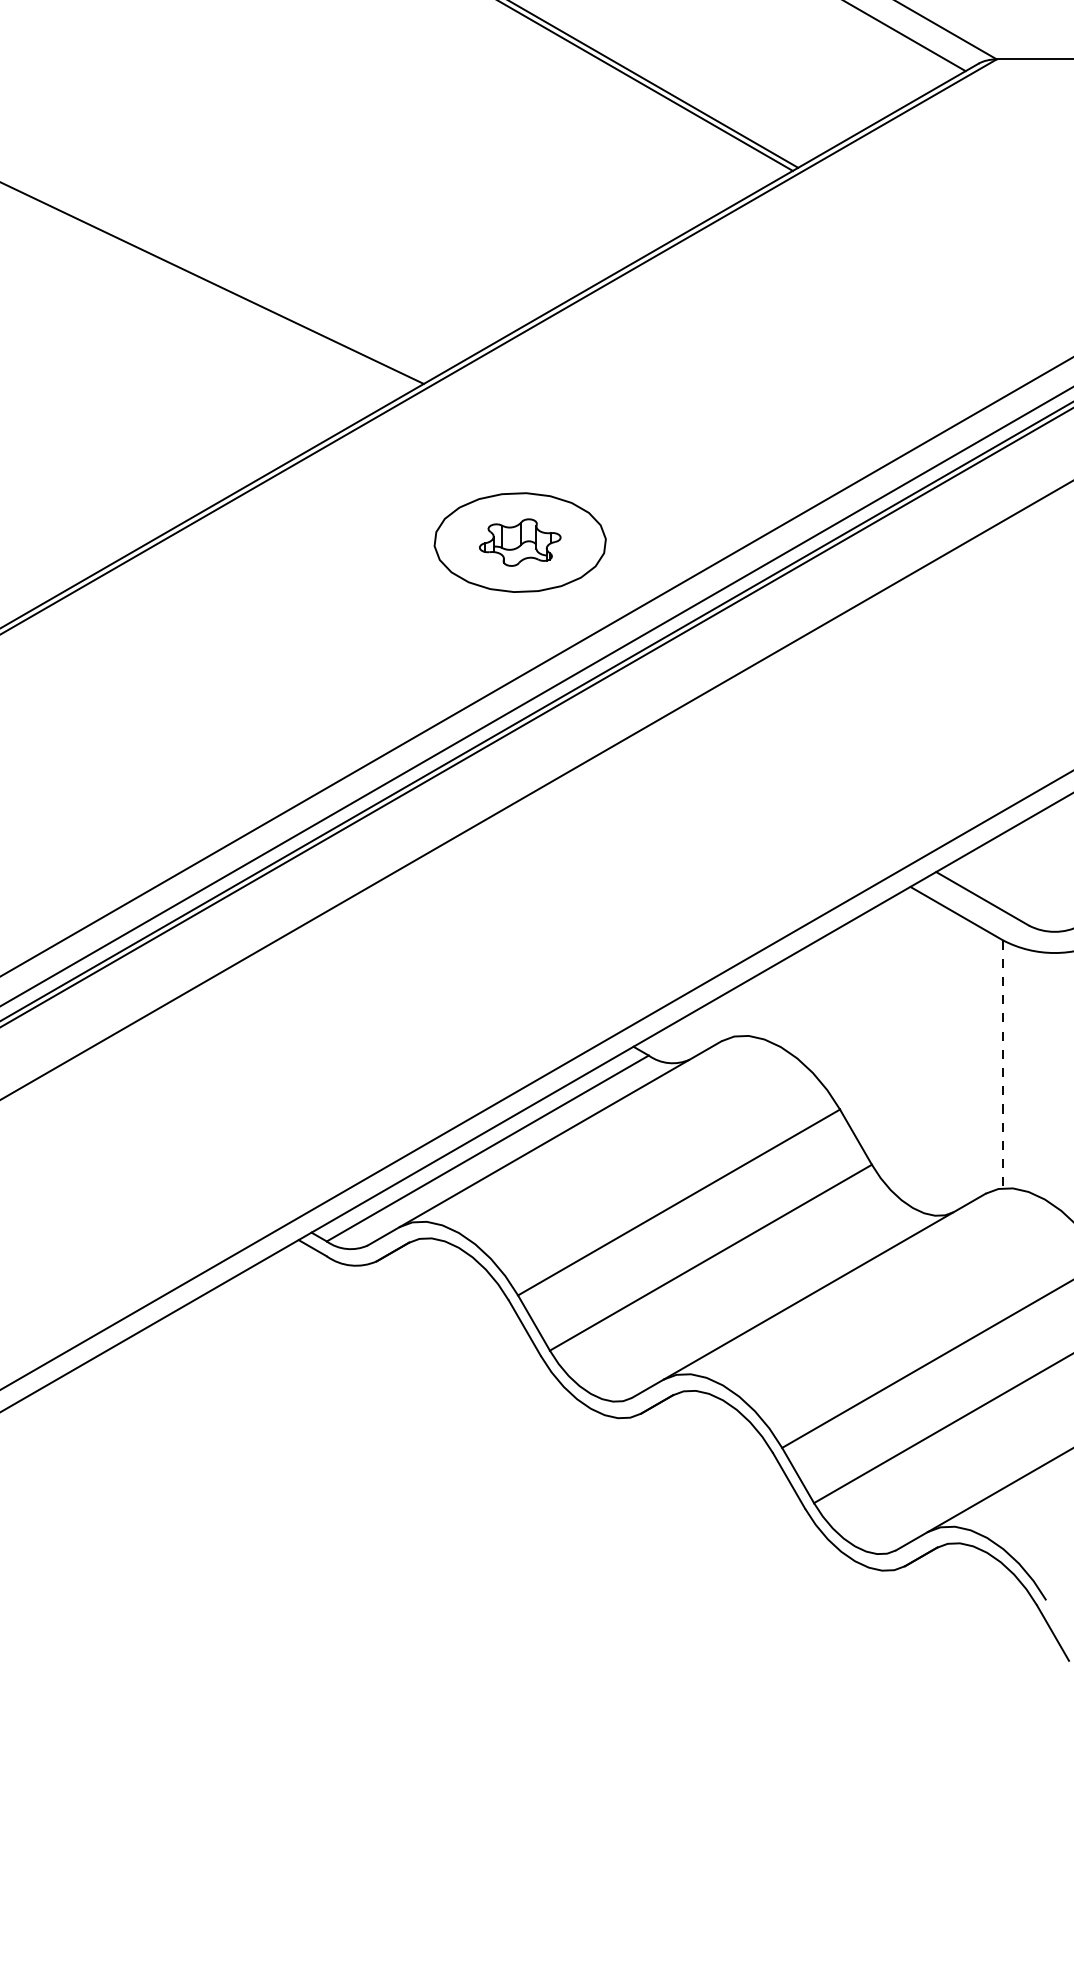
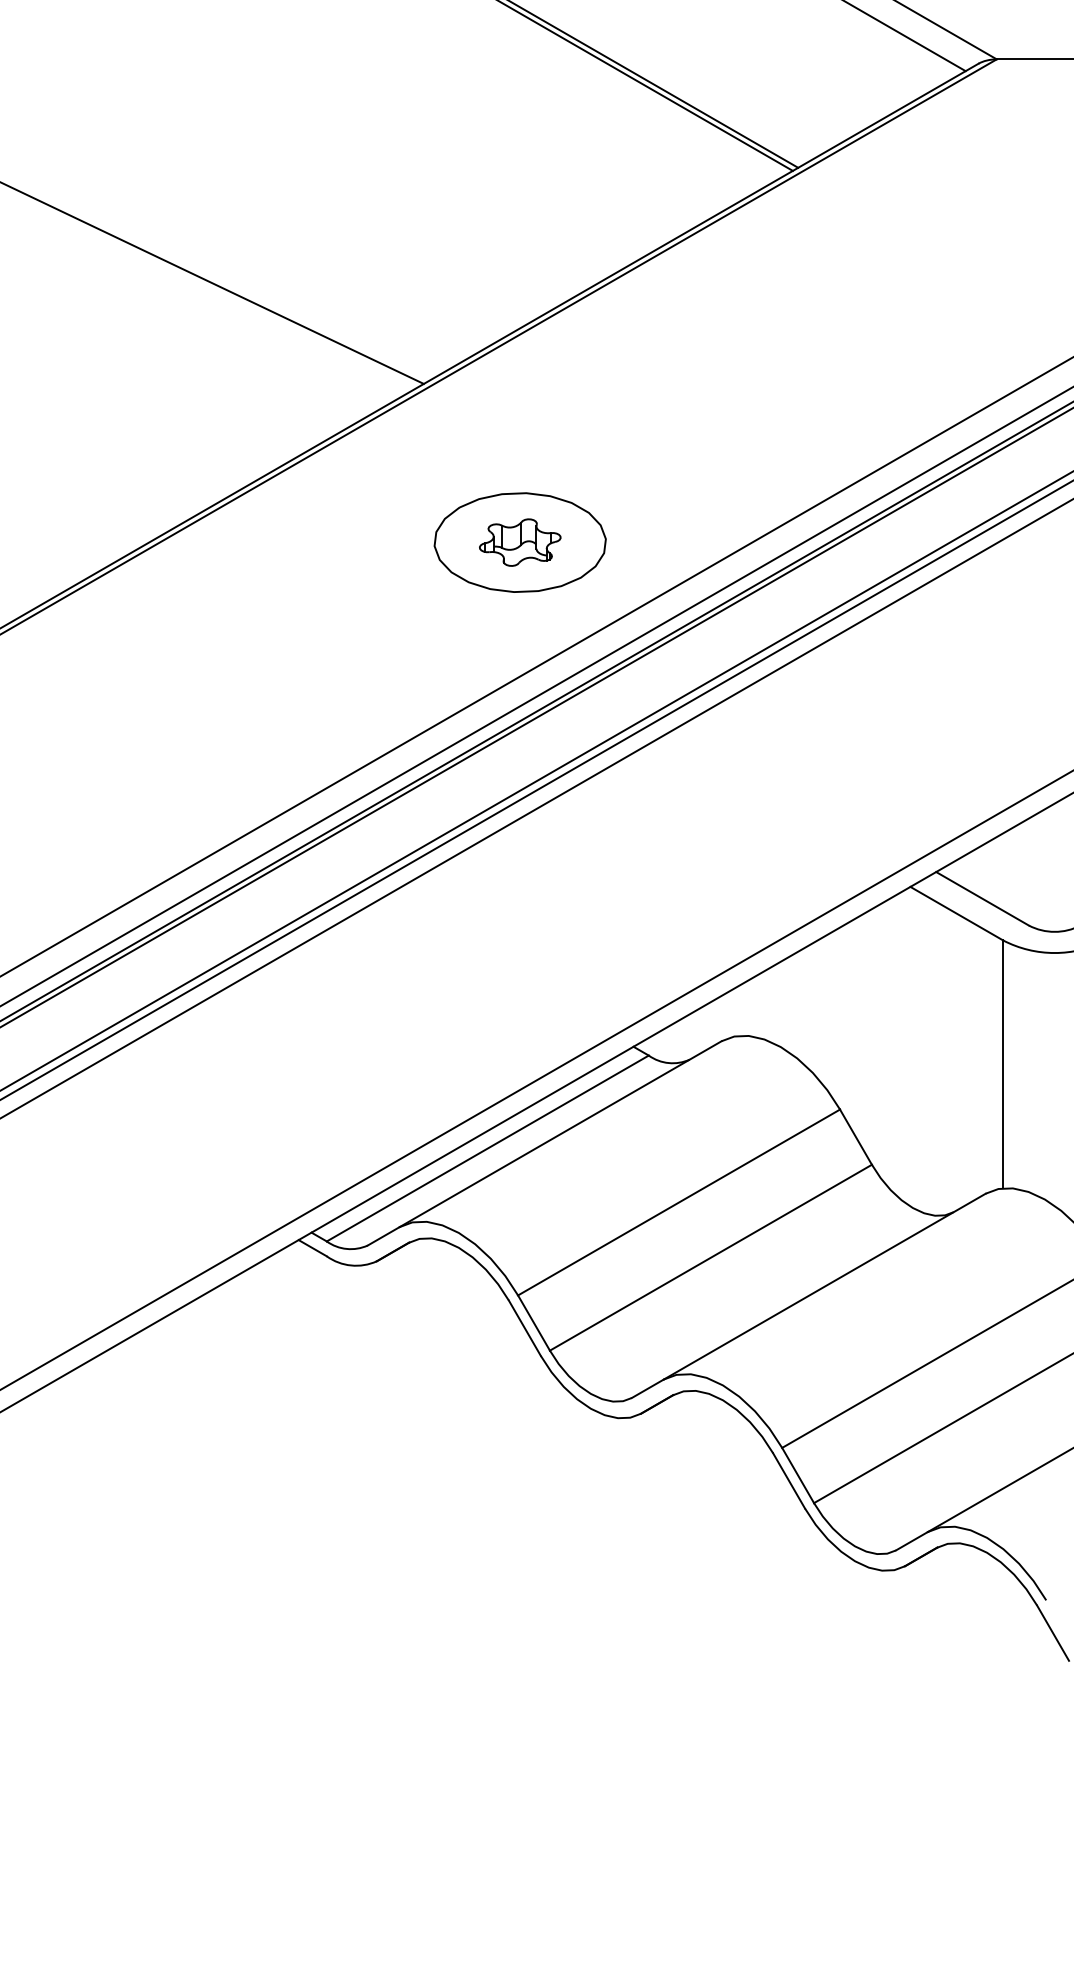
line at (536, 781): none -> present
line at (536, 808): none -> present
line at (1003, 1064): dashed -> solid
